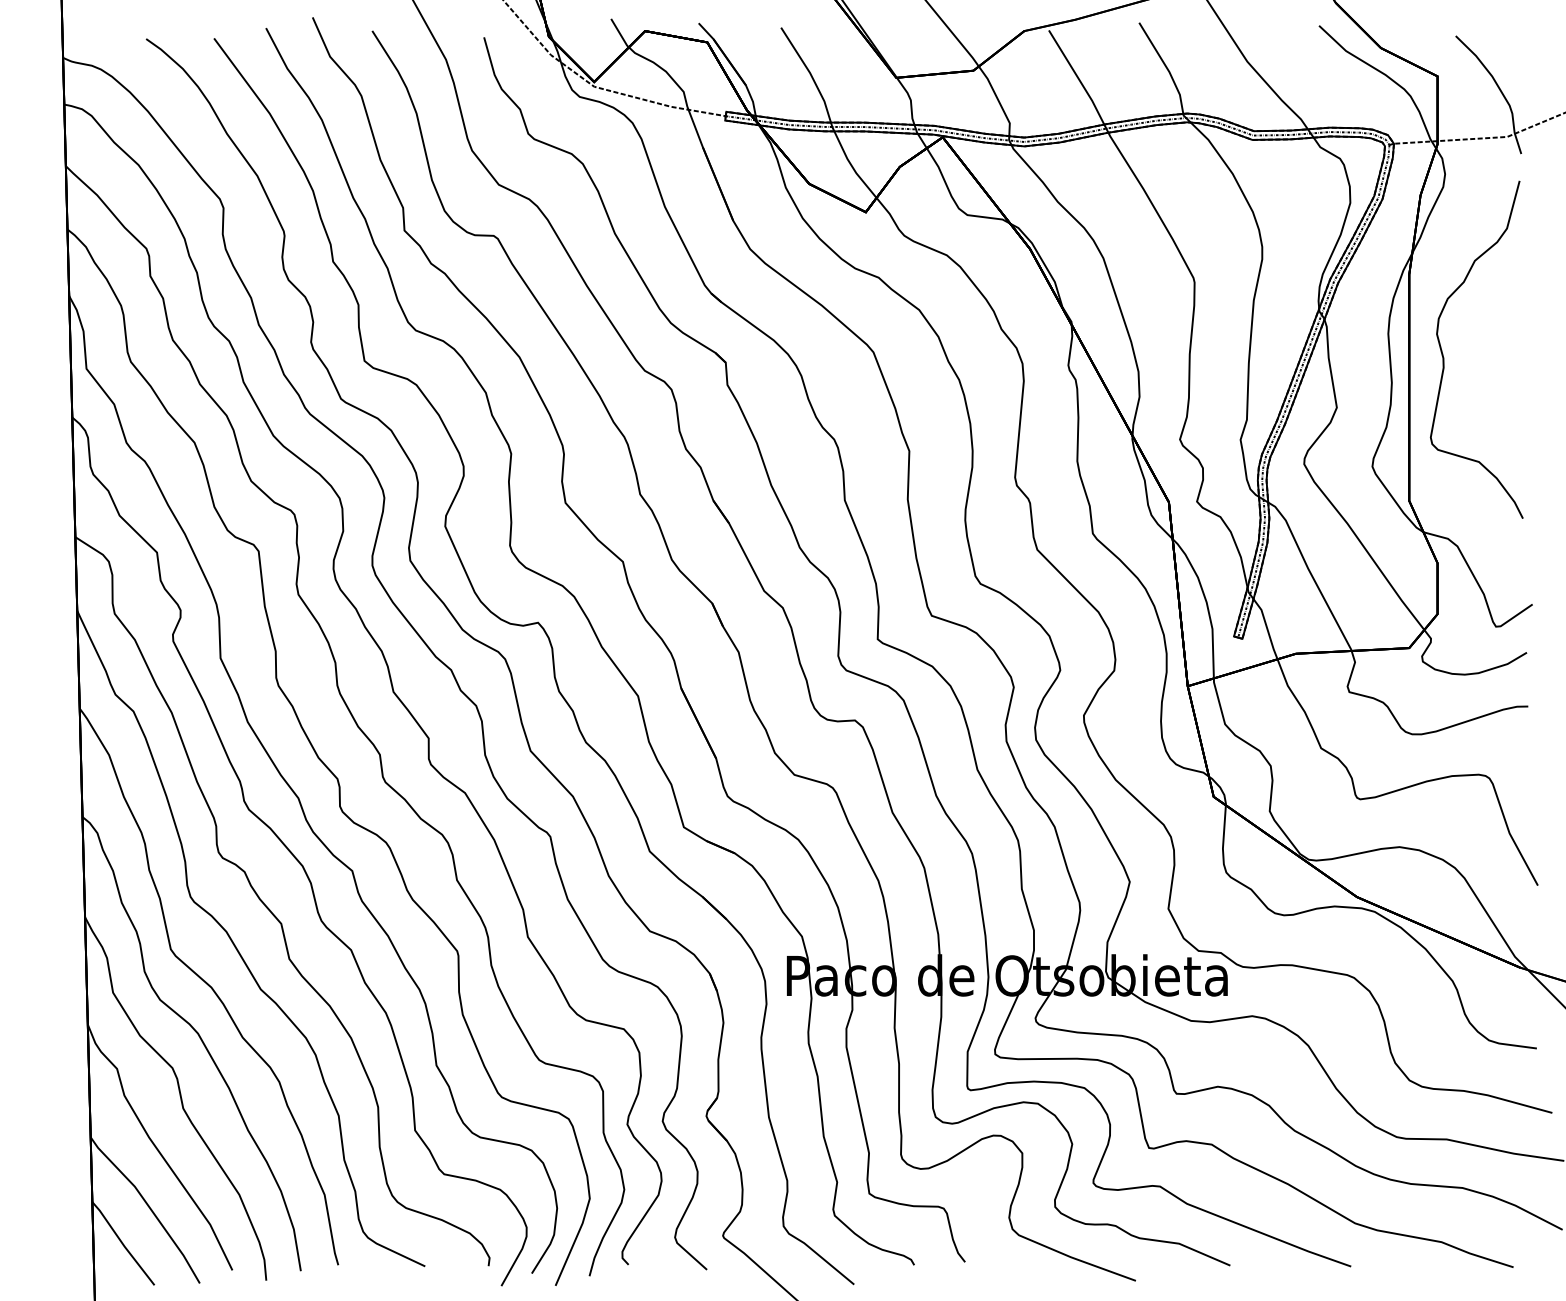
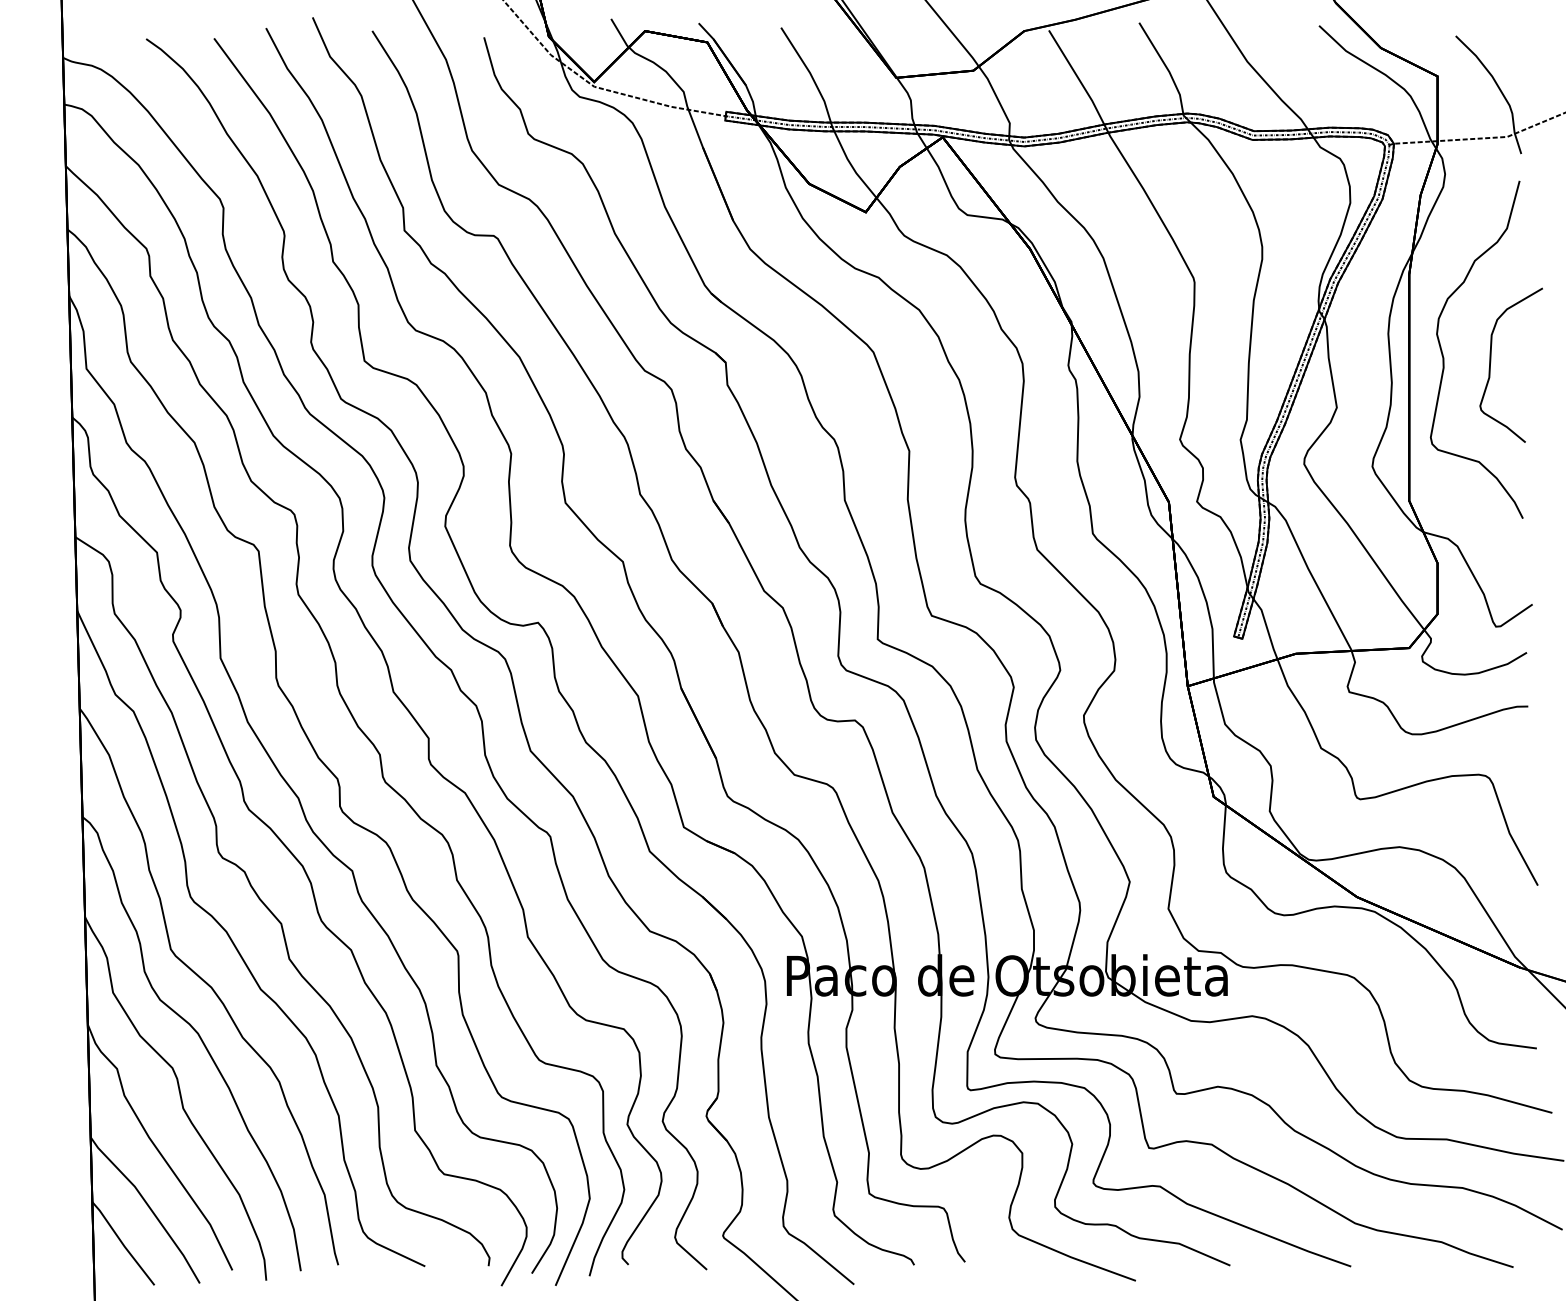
curve at (1491, 362): none -> present
